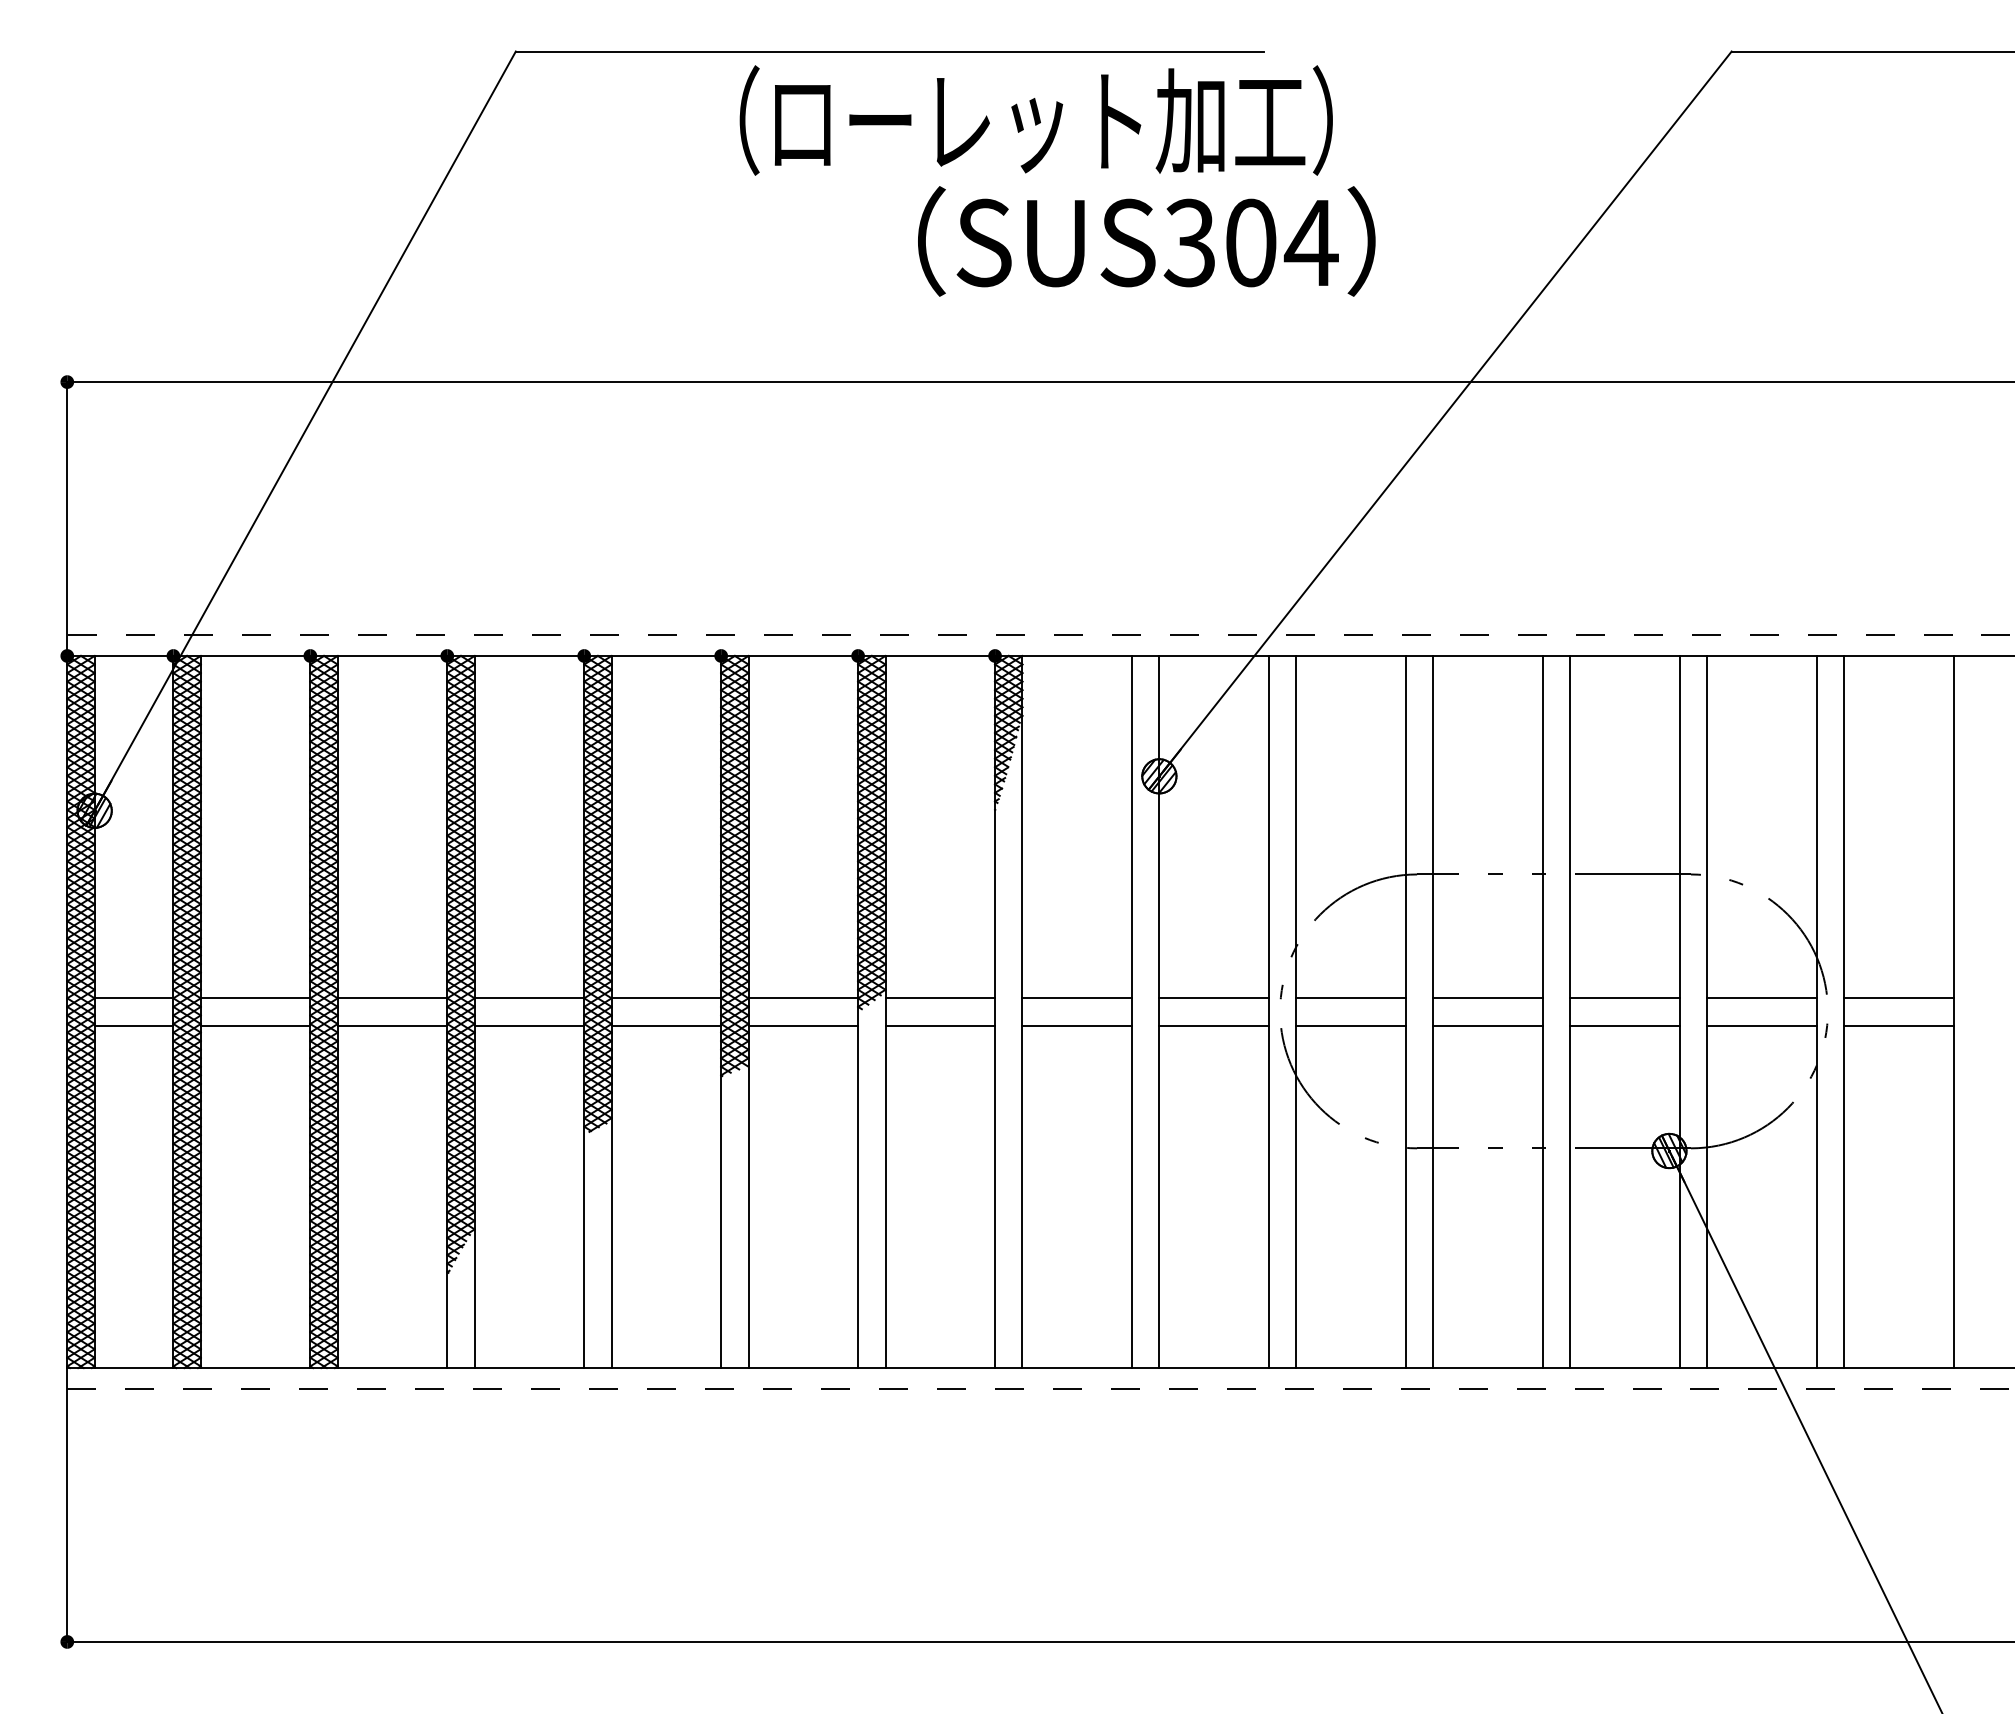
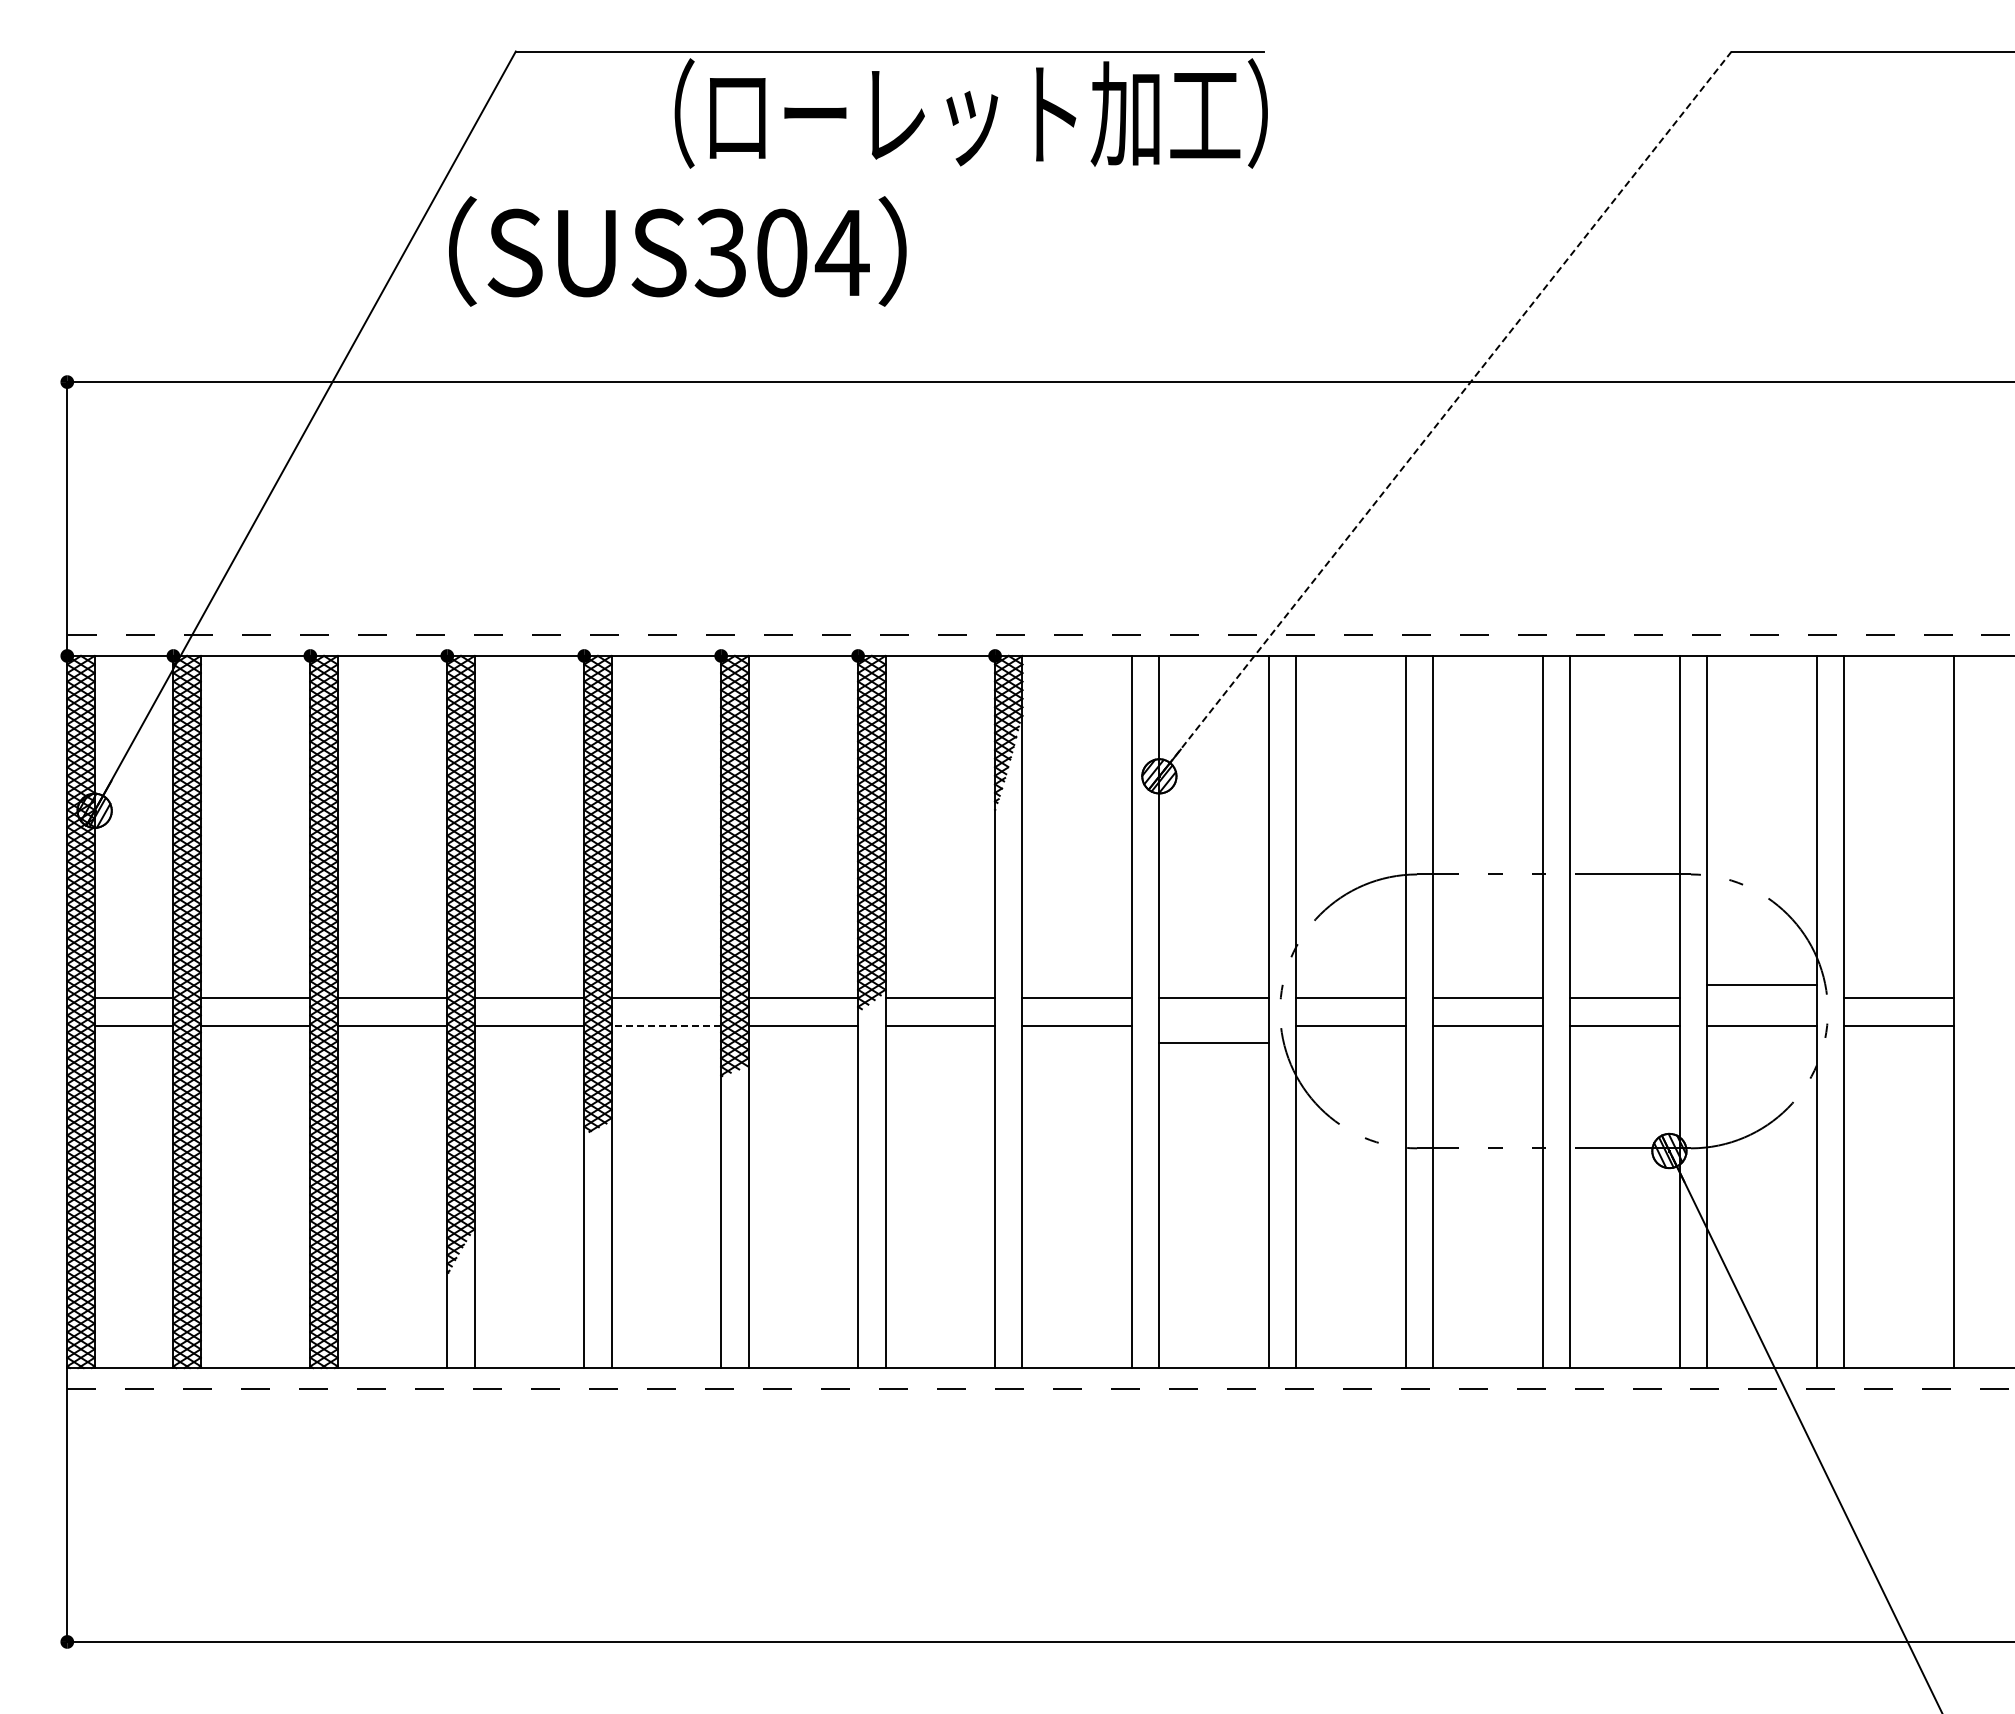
text at (1035, 120) position: (1035, 120) -> (970, 113)
text at (1146, 241) position: (1146, 241) -> (677, 251)
line at (1447, 411): solid -> dashed
line at (1761, 998) position: (1761, 998) -> (1761, 985)
line at (666, 1025): solid -> dashed
line at (1213, 1025) position: (1213, 1025) -> (1213, 1042)
